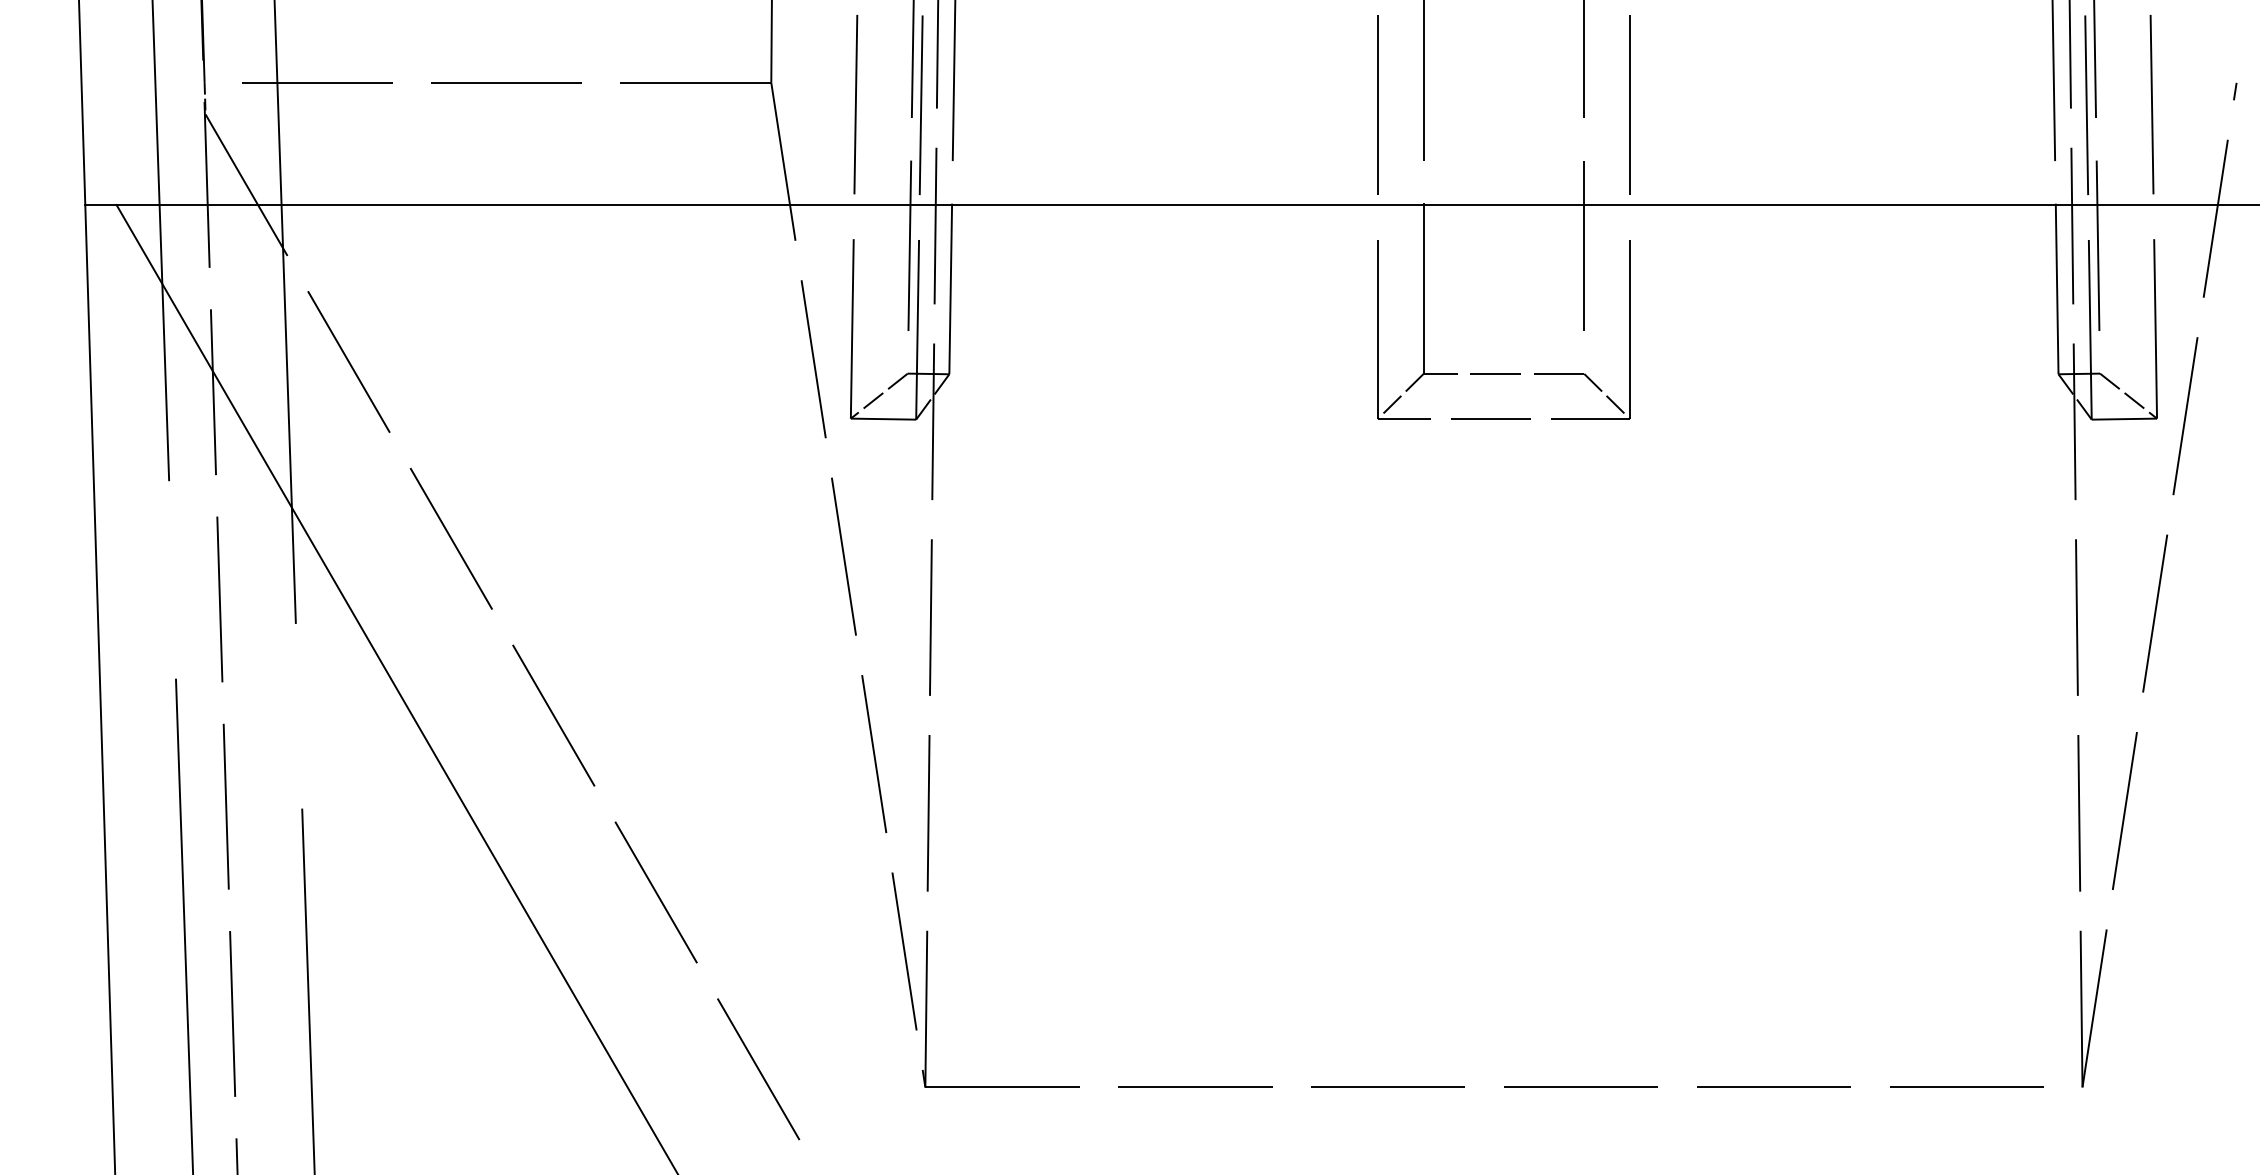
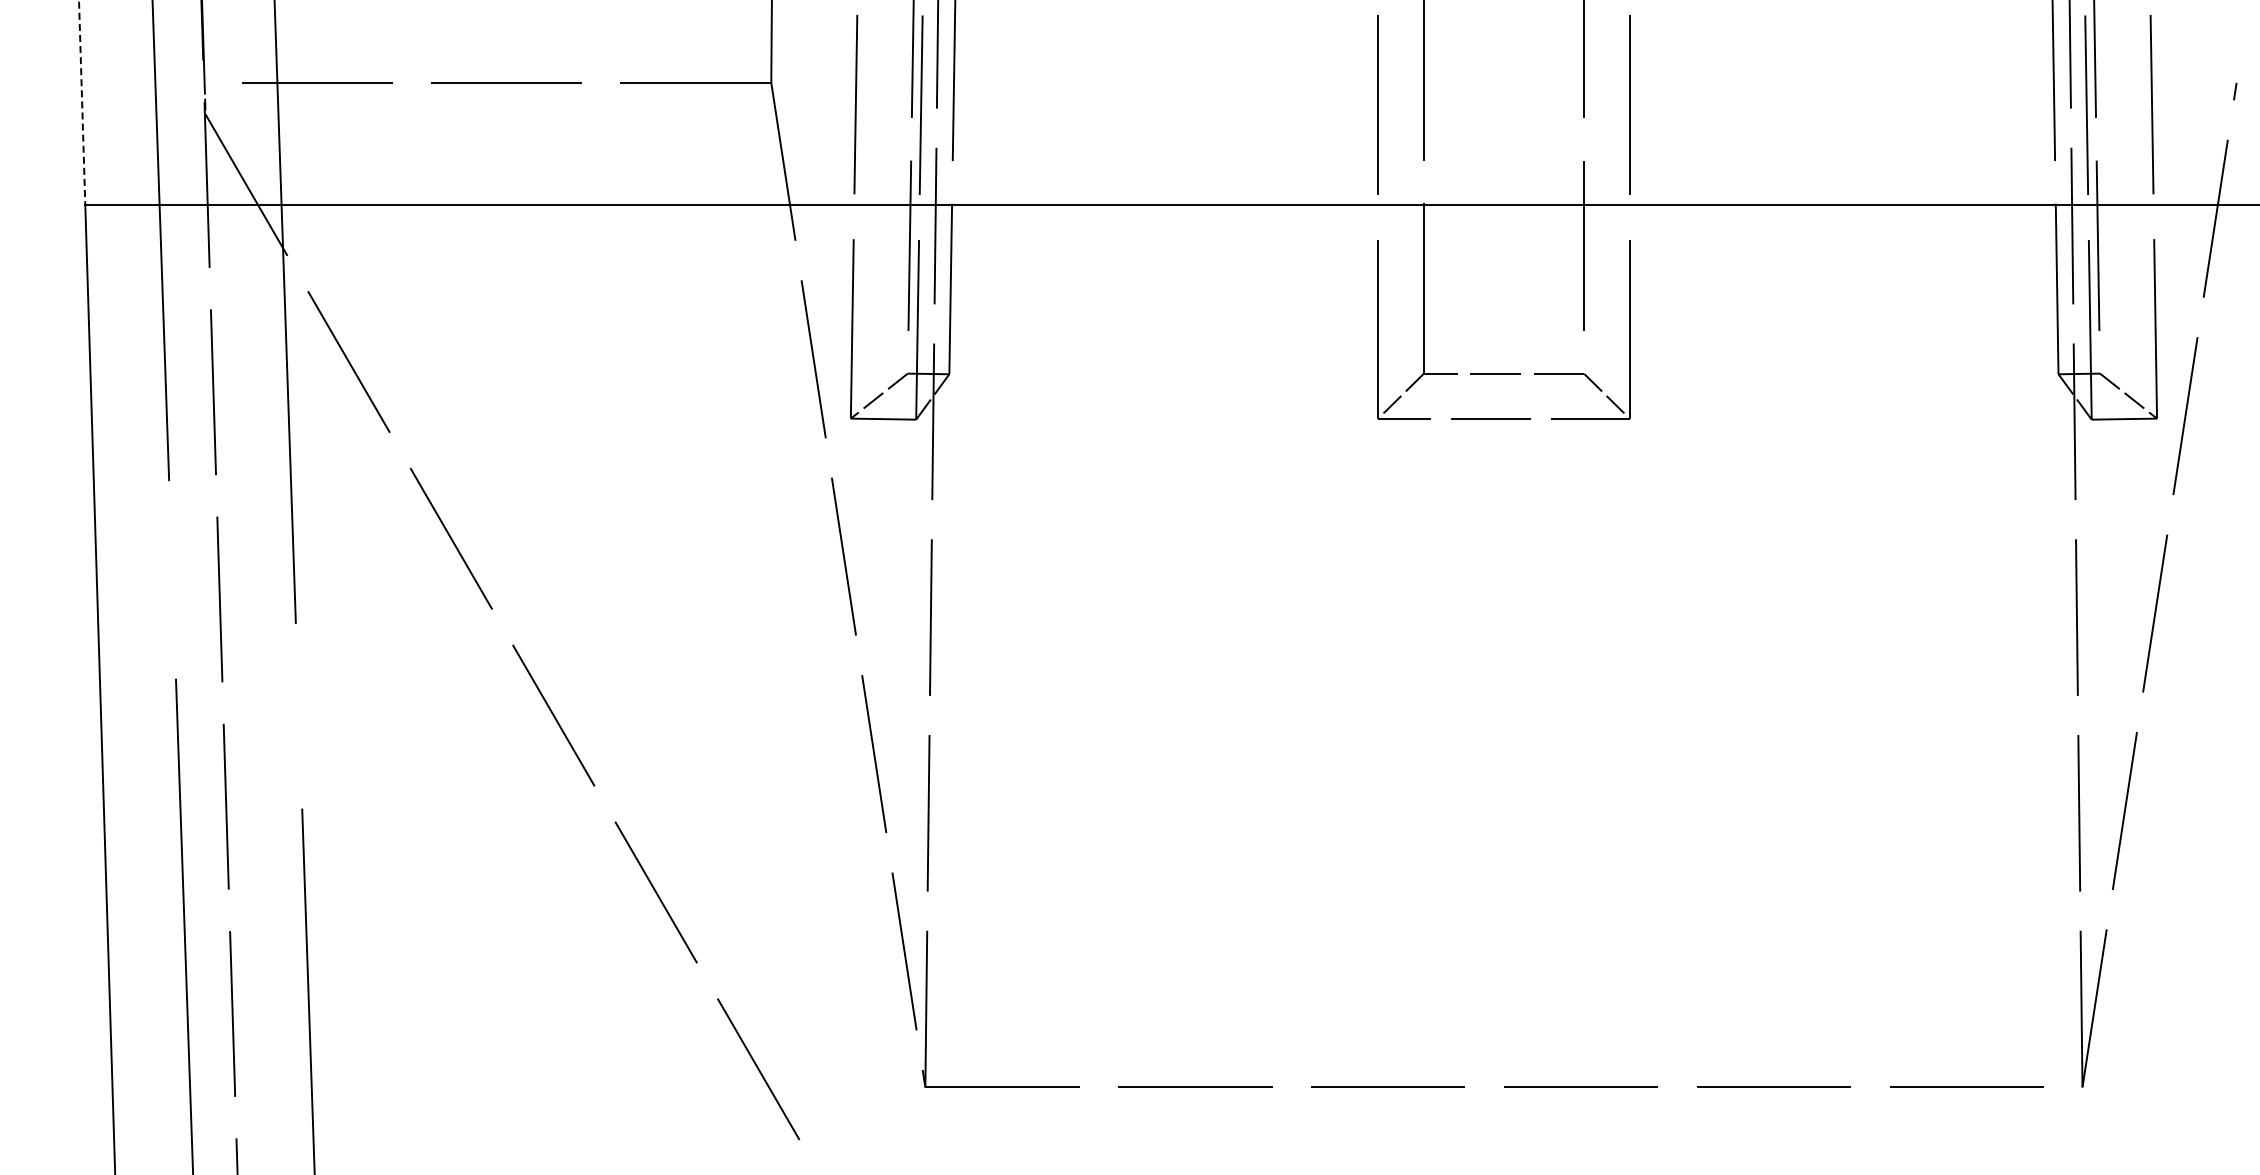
line at (82, 103): solid -> dashed
line at (396, 688): present -> none
